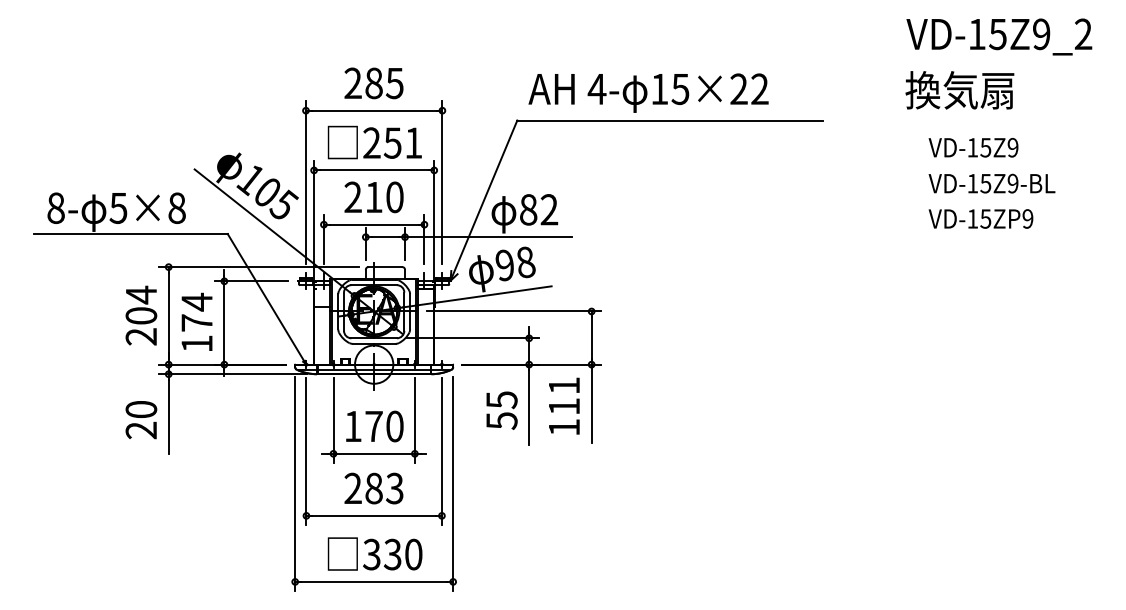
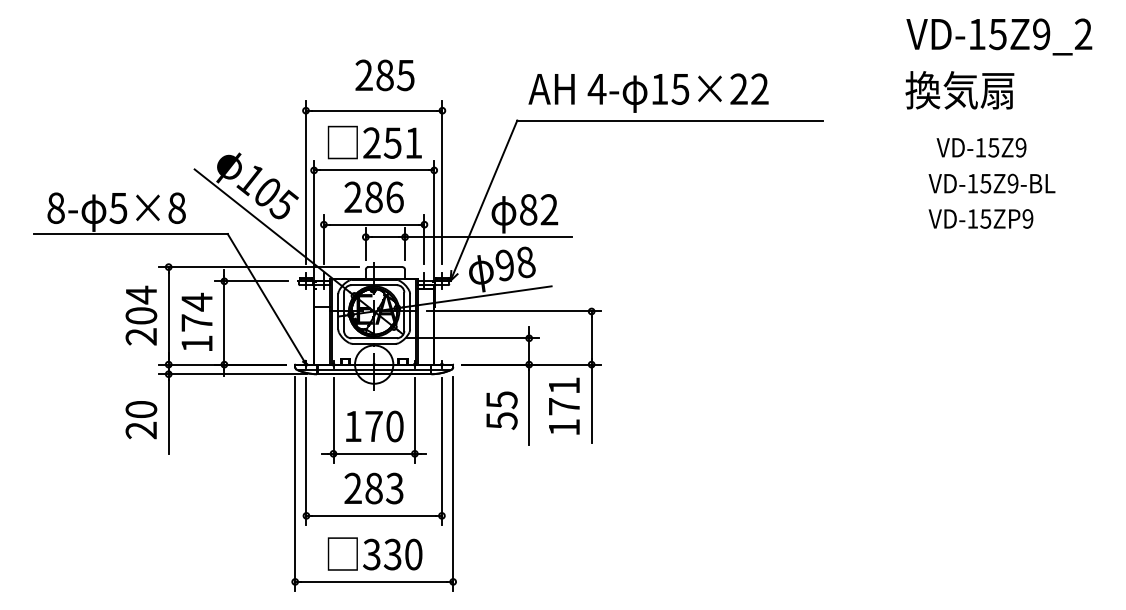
text at (373, 83) position: (373, 83) -> (384, 75)
text at (973, 147) position: (973, 147) -> (981, 147)
text at (384, 197): 210 -> 286
text at (564, 406): 111 -> 171
